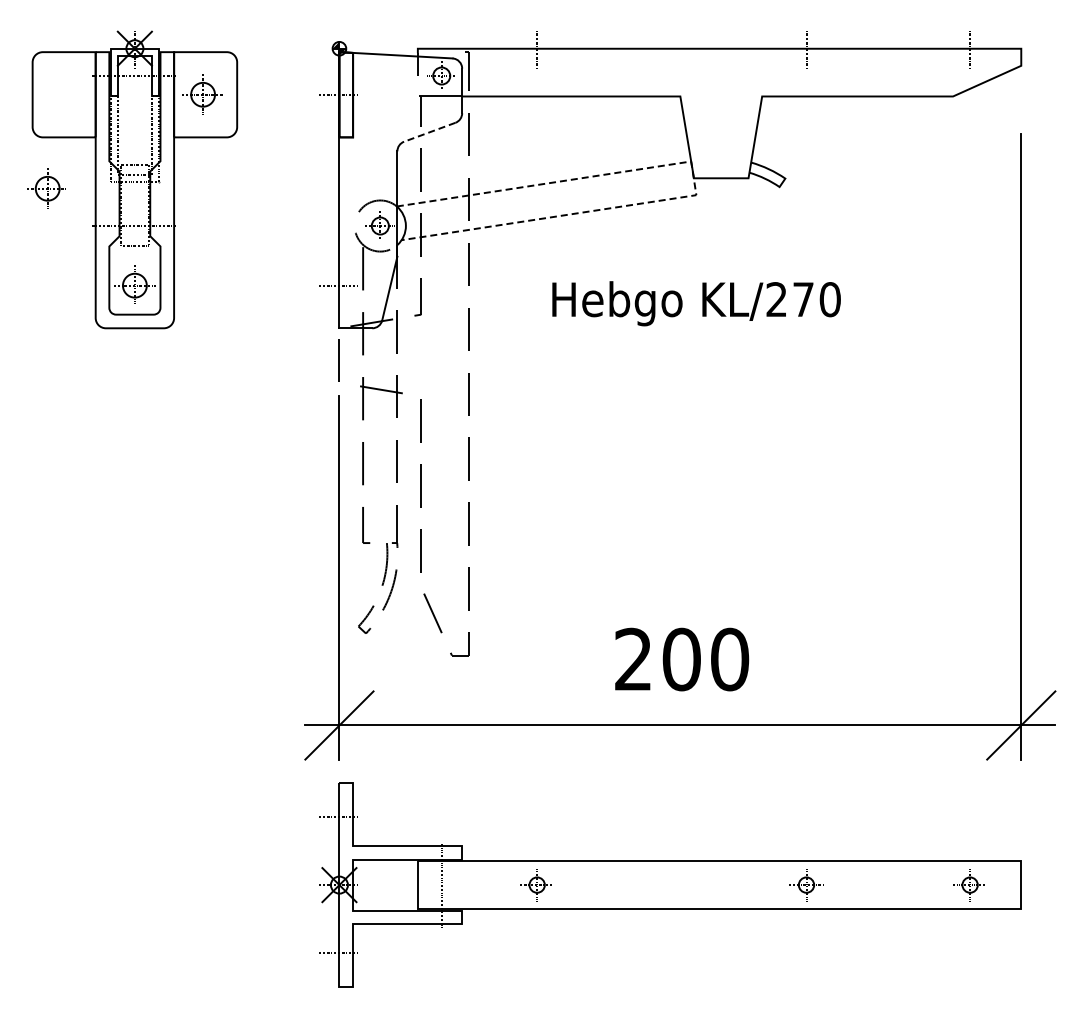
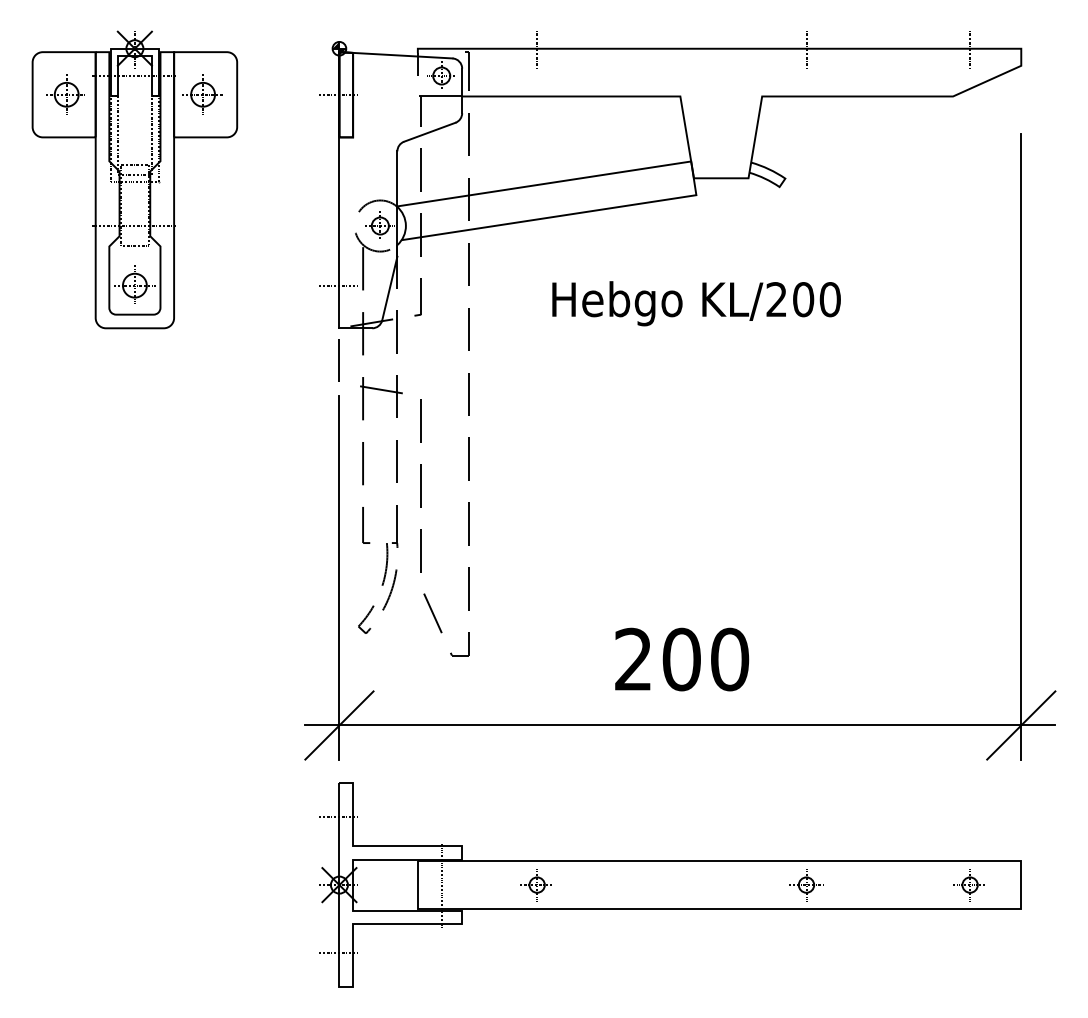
line at (429, 132): dashed -> solid
line at (693, 178): dashed -> solid
part at (46, 188) position: (46, 188) -> (65, 94)
text at (803, 299): KL/270 -> KL/200
